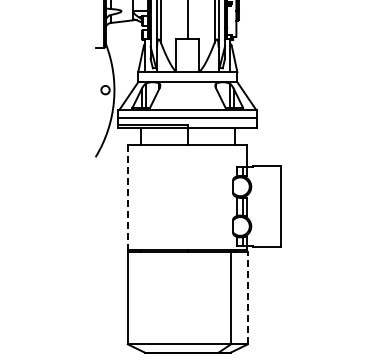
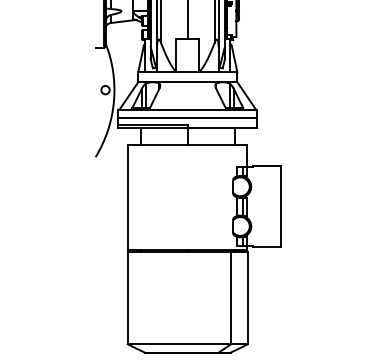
line at (128, 197): dashed -> solid
line at (247, 297): dashed -> solid
